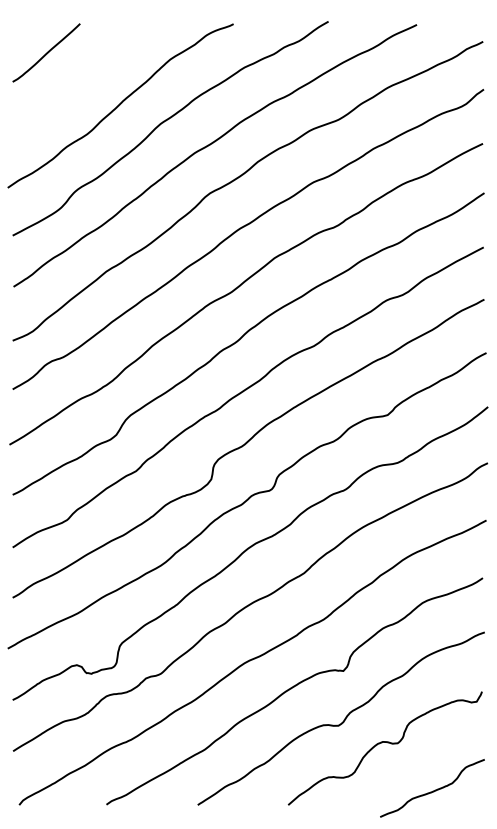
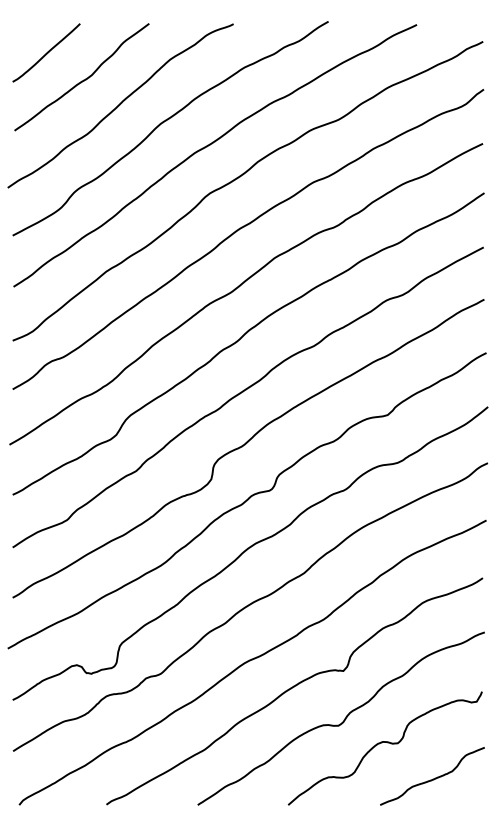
curve at (83, 79): none -> present
curve at (433, 790) position: (433, 790) -> (433, 778)
